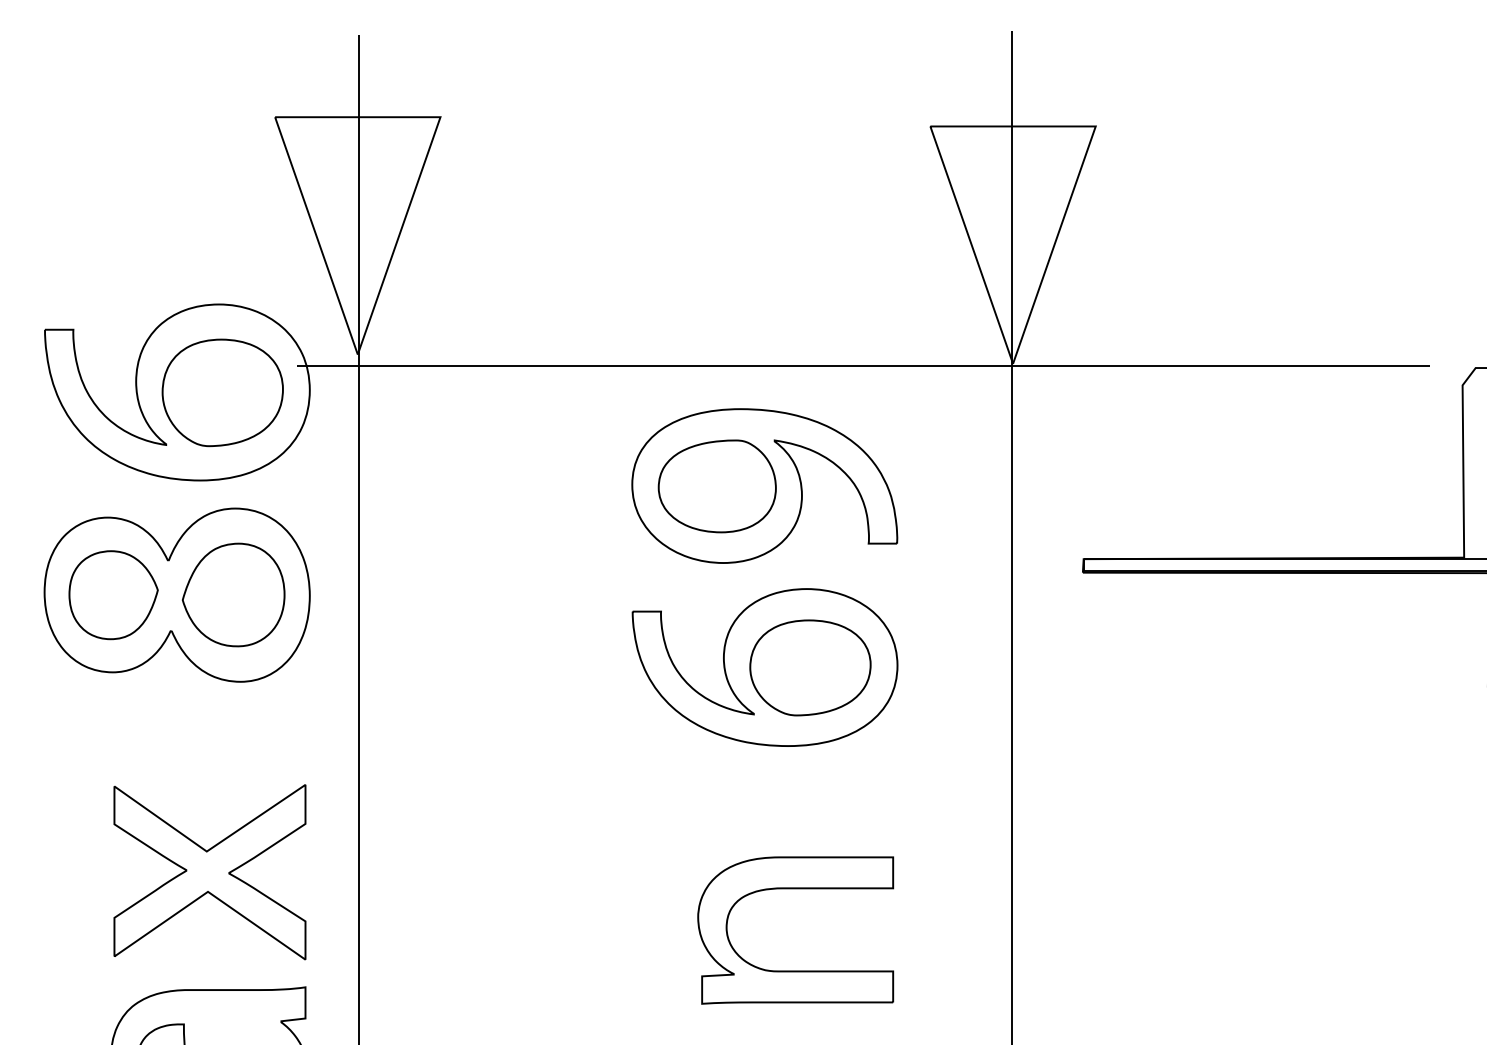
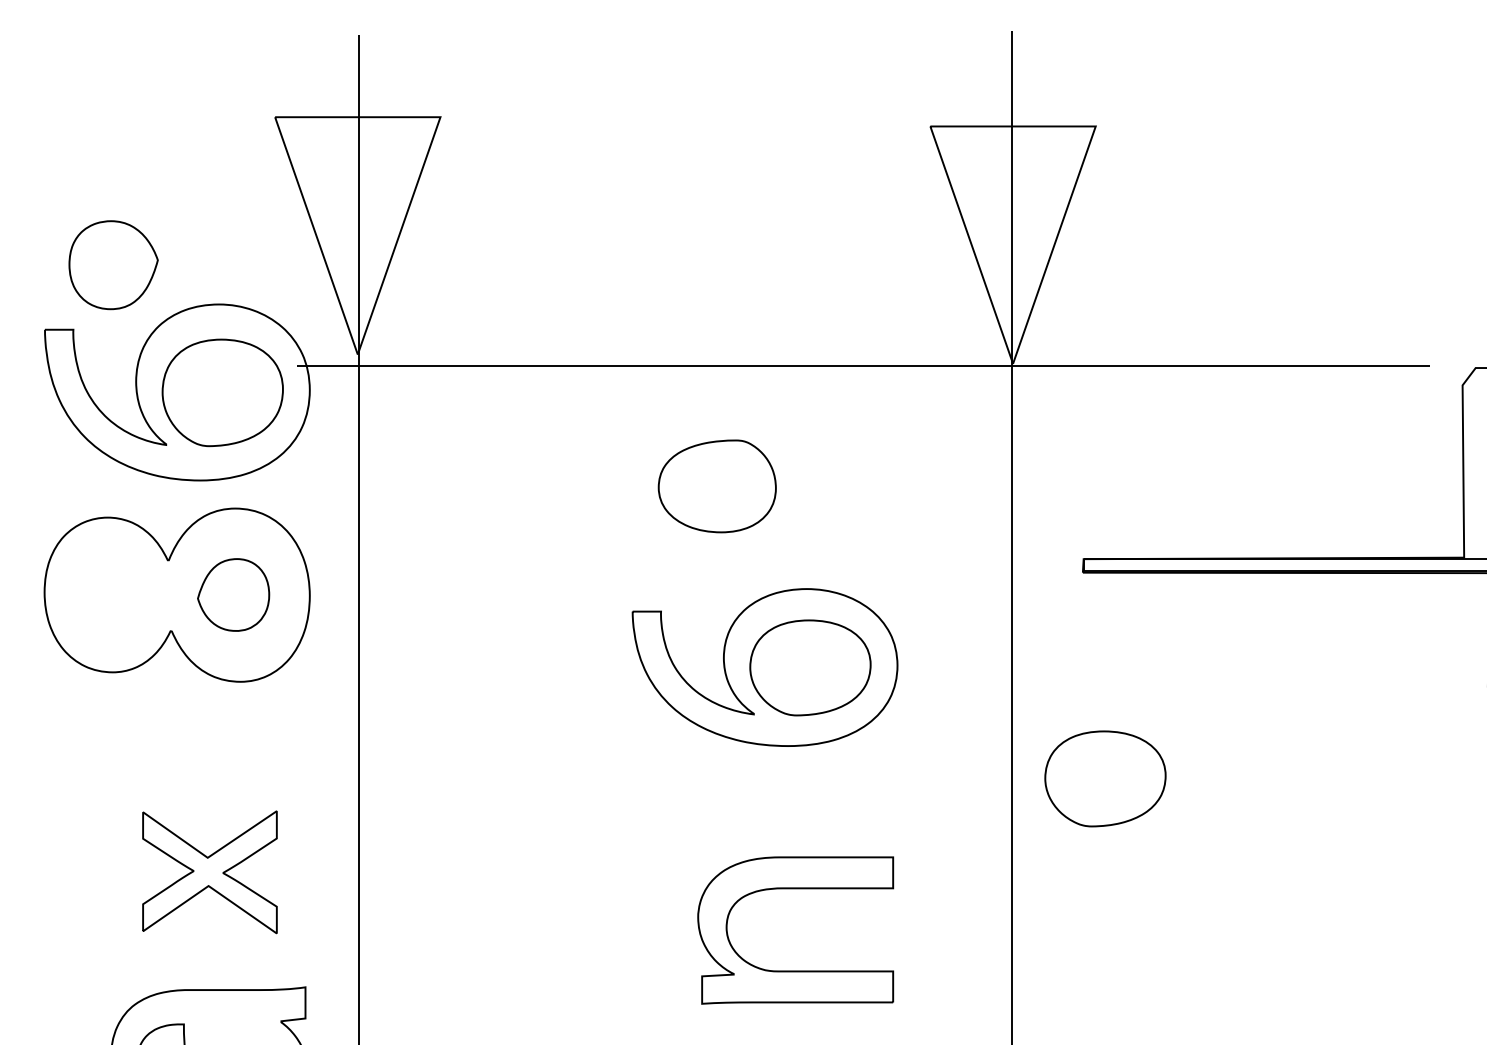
part at (764, 485): present -> none
part at (233, 594) size: 105x106 px -> 74x74 px
part at (113, 595) position: (113, 595) -> (113, 265)
part at (1105, 778): none -> present
part at (209, 872) size: 194x177 px -> 136x125 px
